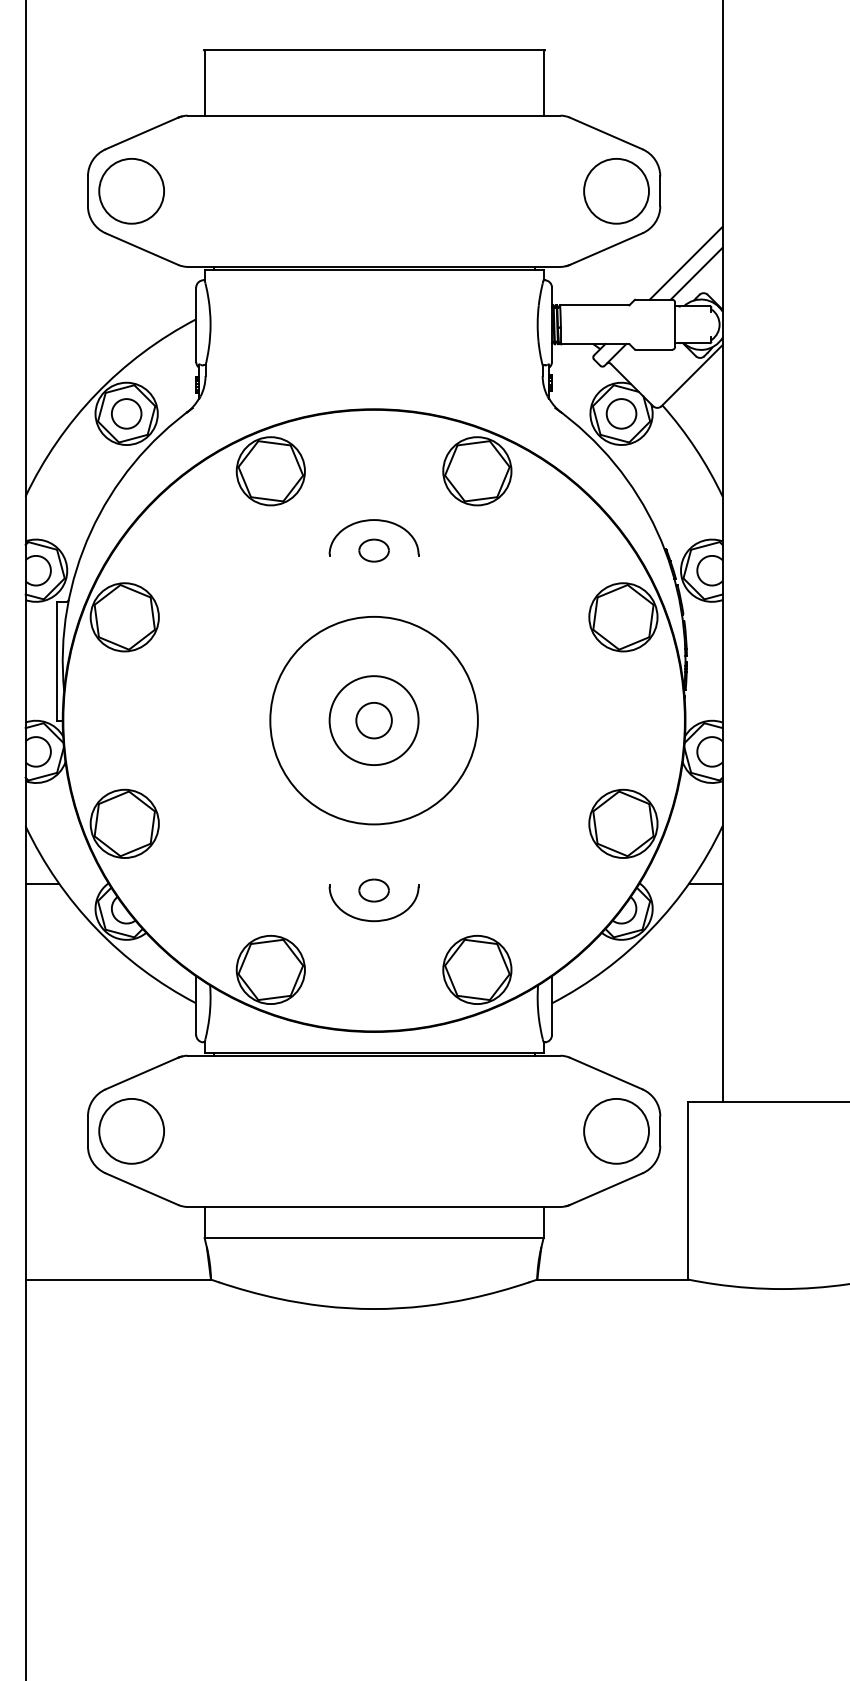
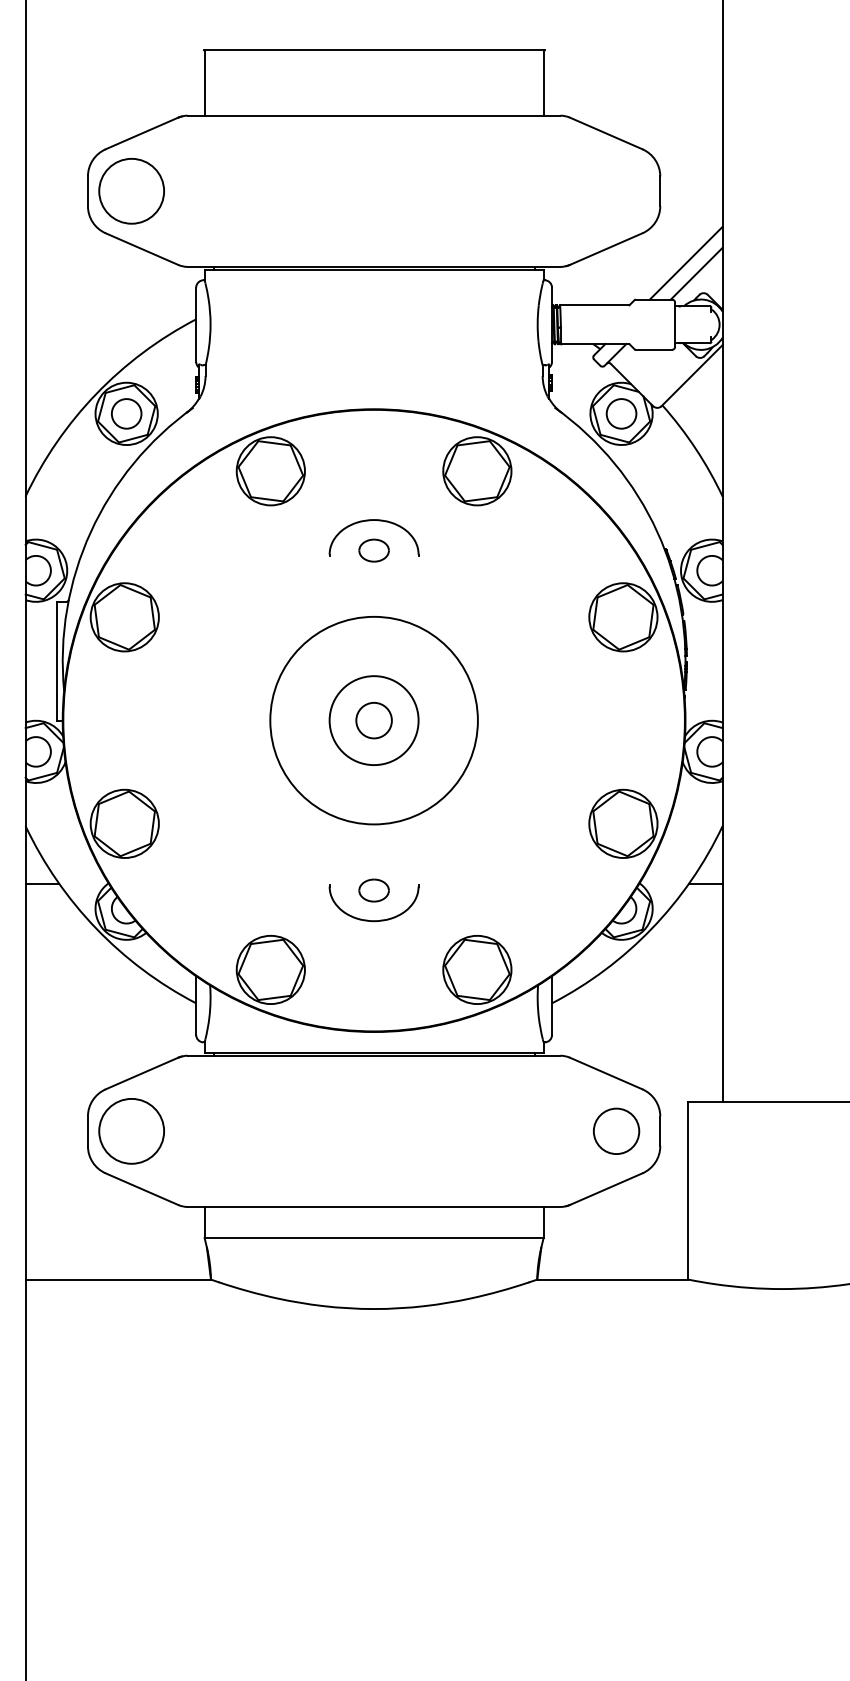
circle at (616, 191): present -> none
circle at (616, 1130) diameter: 65 px -> 45 px
